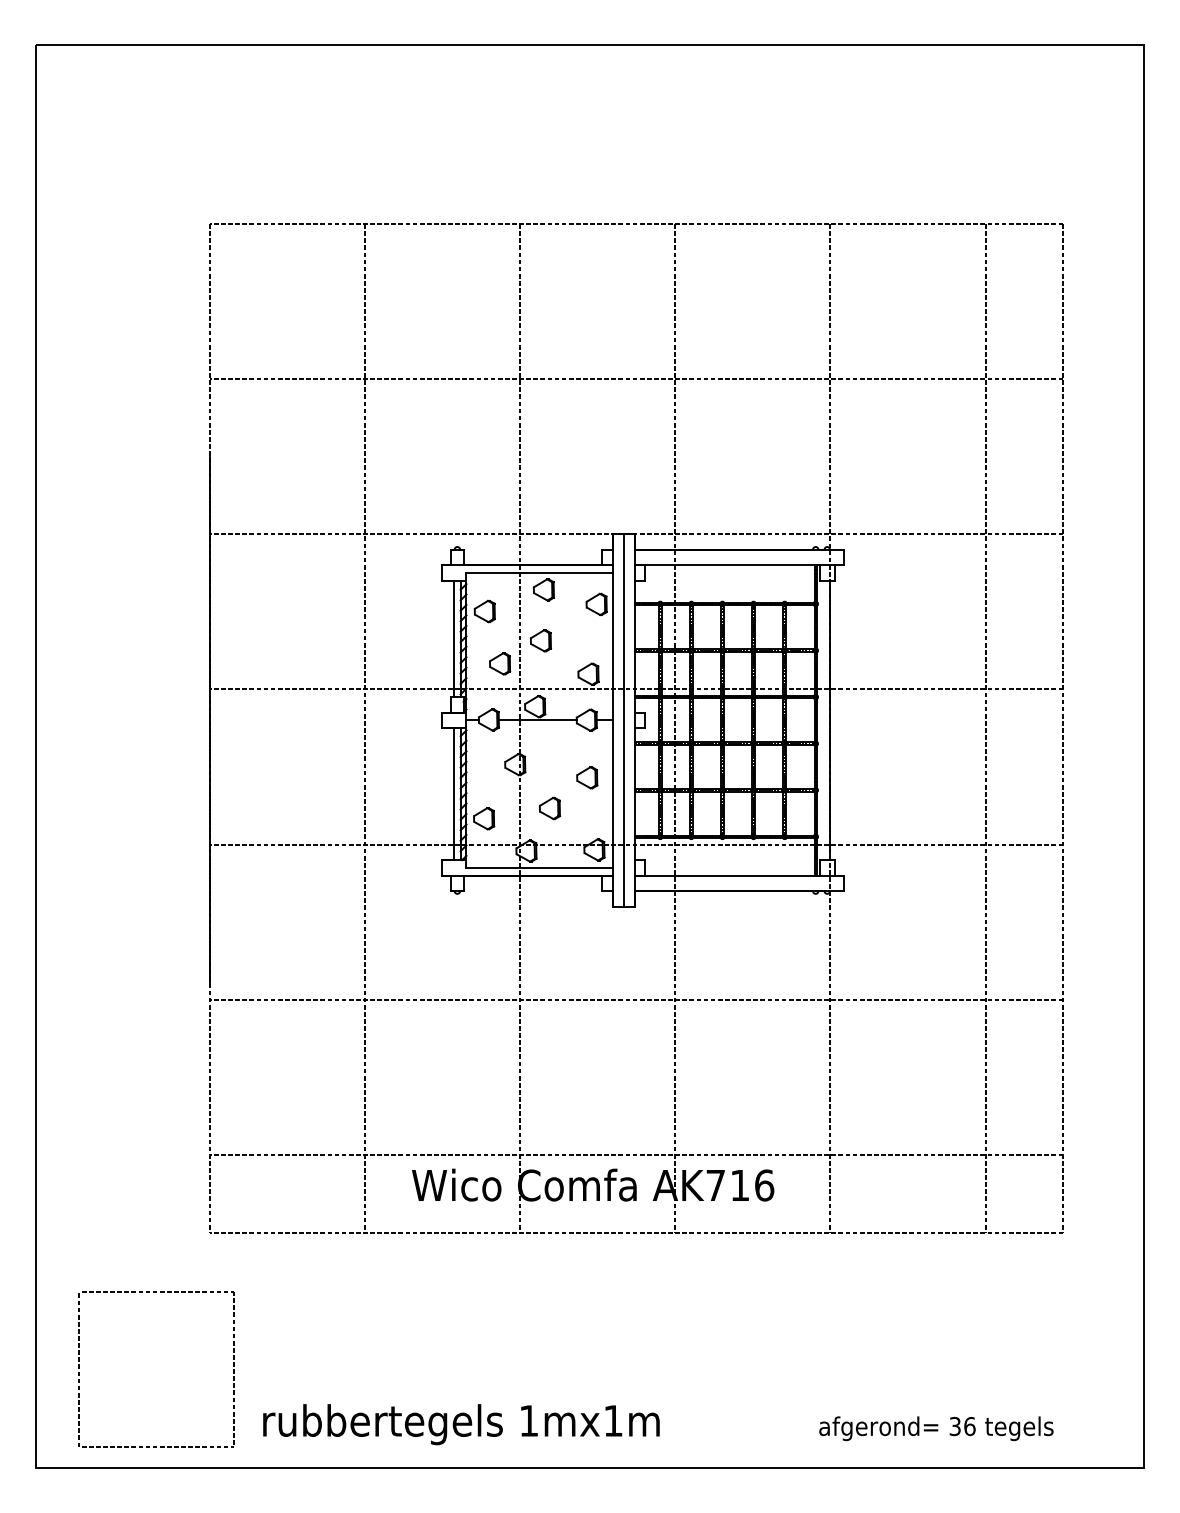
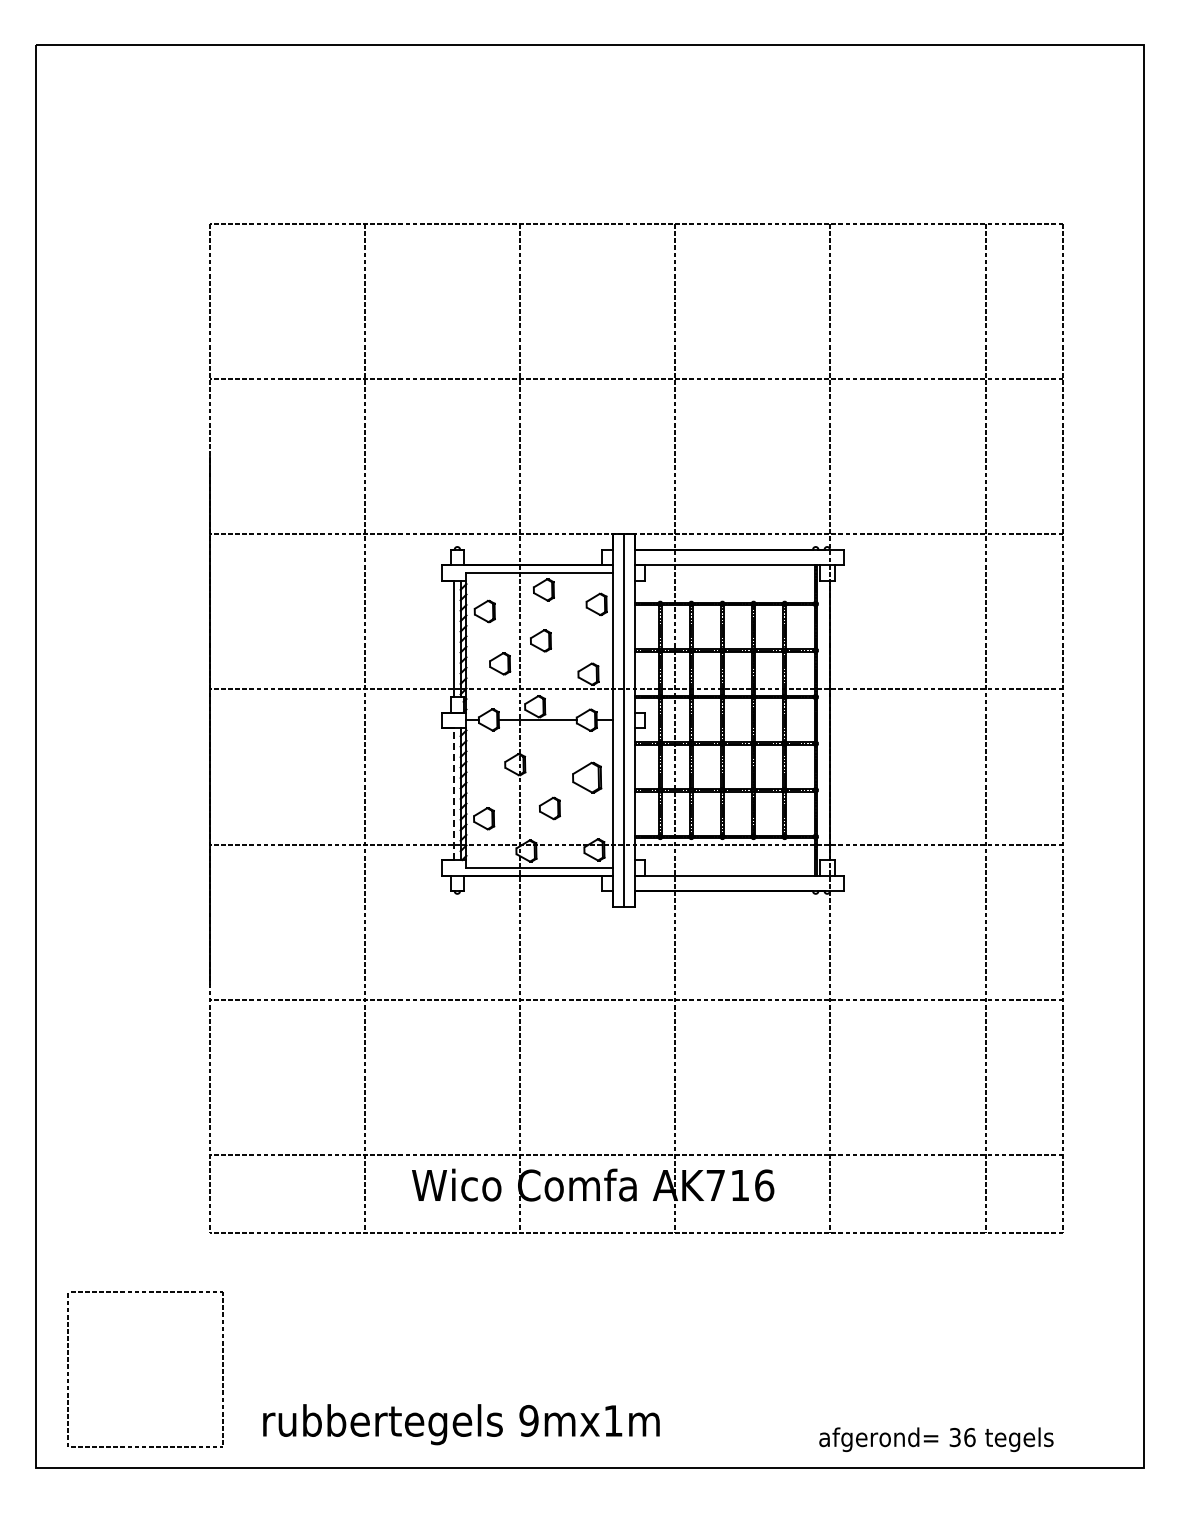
part at (587, 777) size: 23x24 px -> 31x33 px
line at (454, 794): solid -> dashed
part at (156, 1292) position: (156, 1292) -> (145, 1292)
text at (528, 1420): 1mx1m -> 9mx1m
text at (936, 1428) position: (936, 1428) -> (936, 1439)
